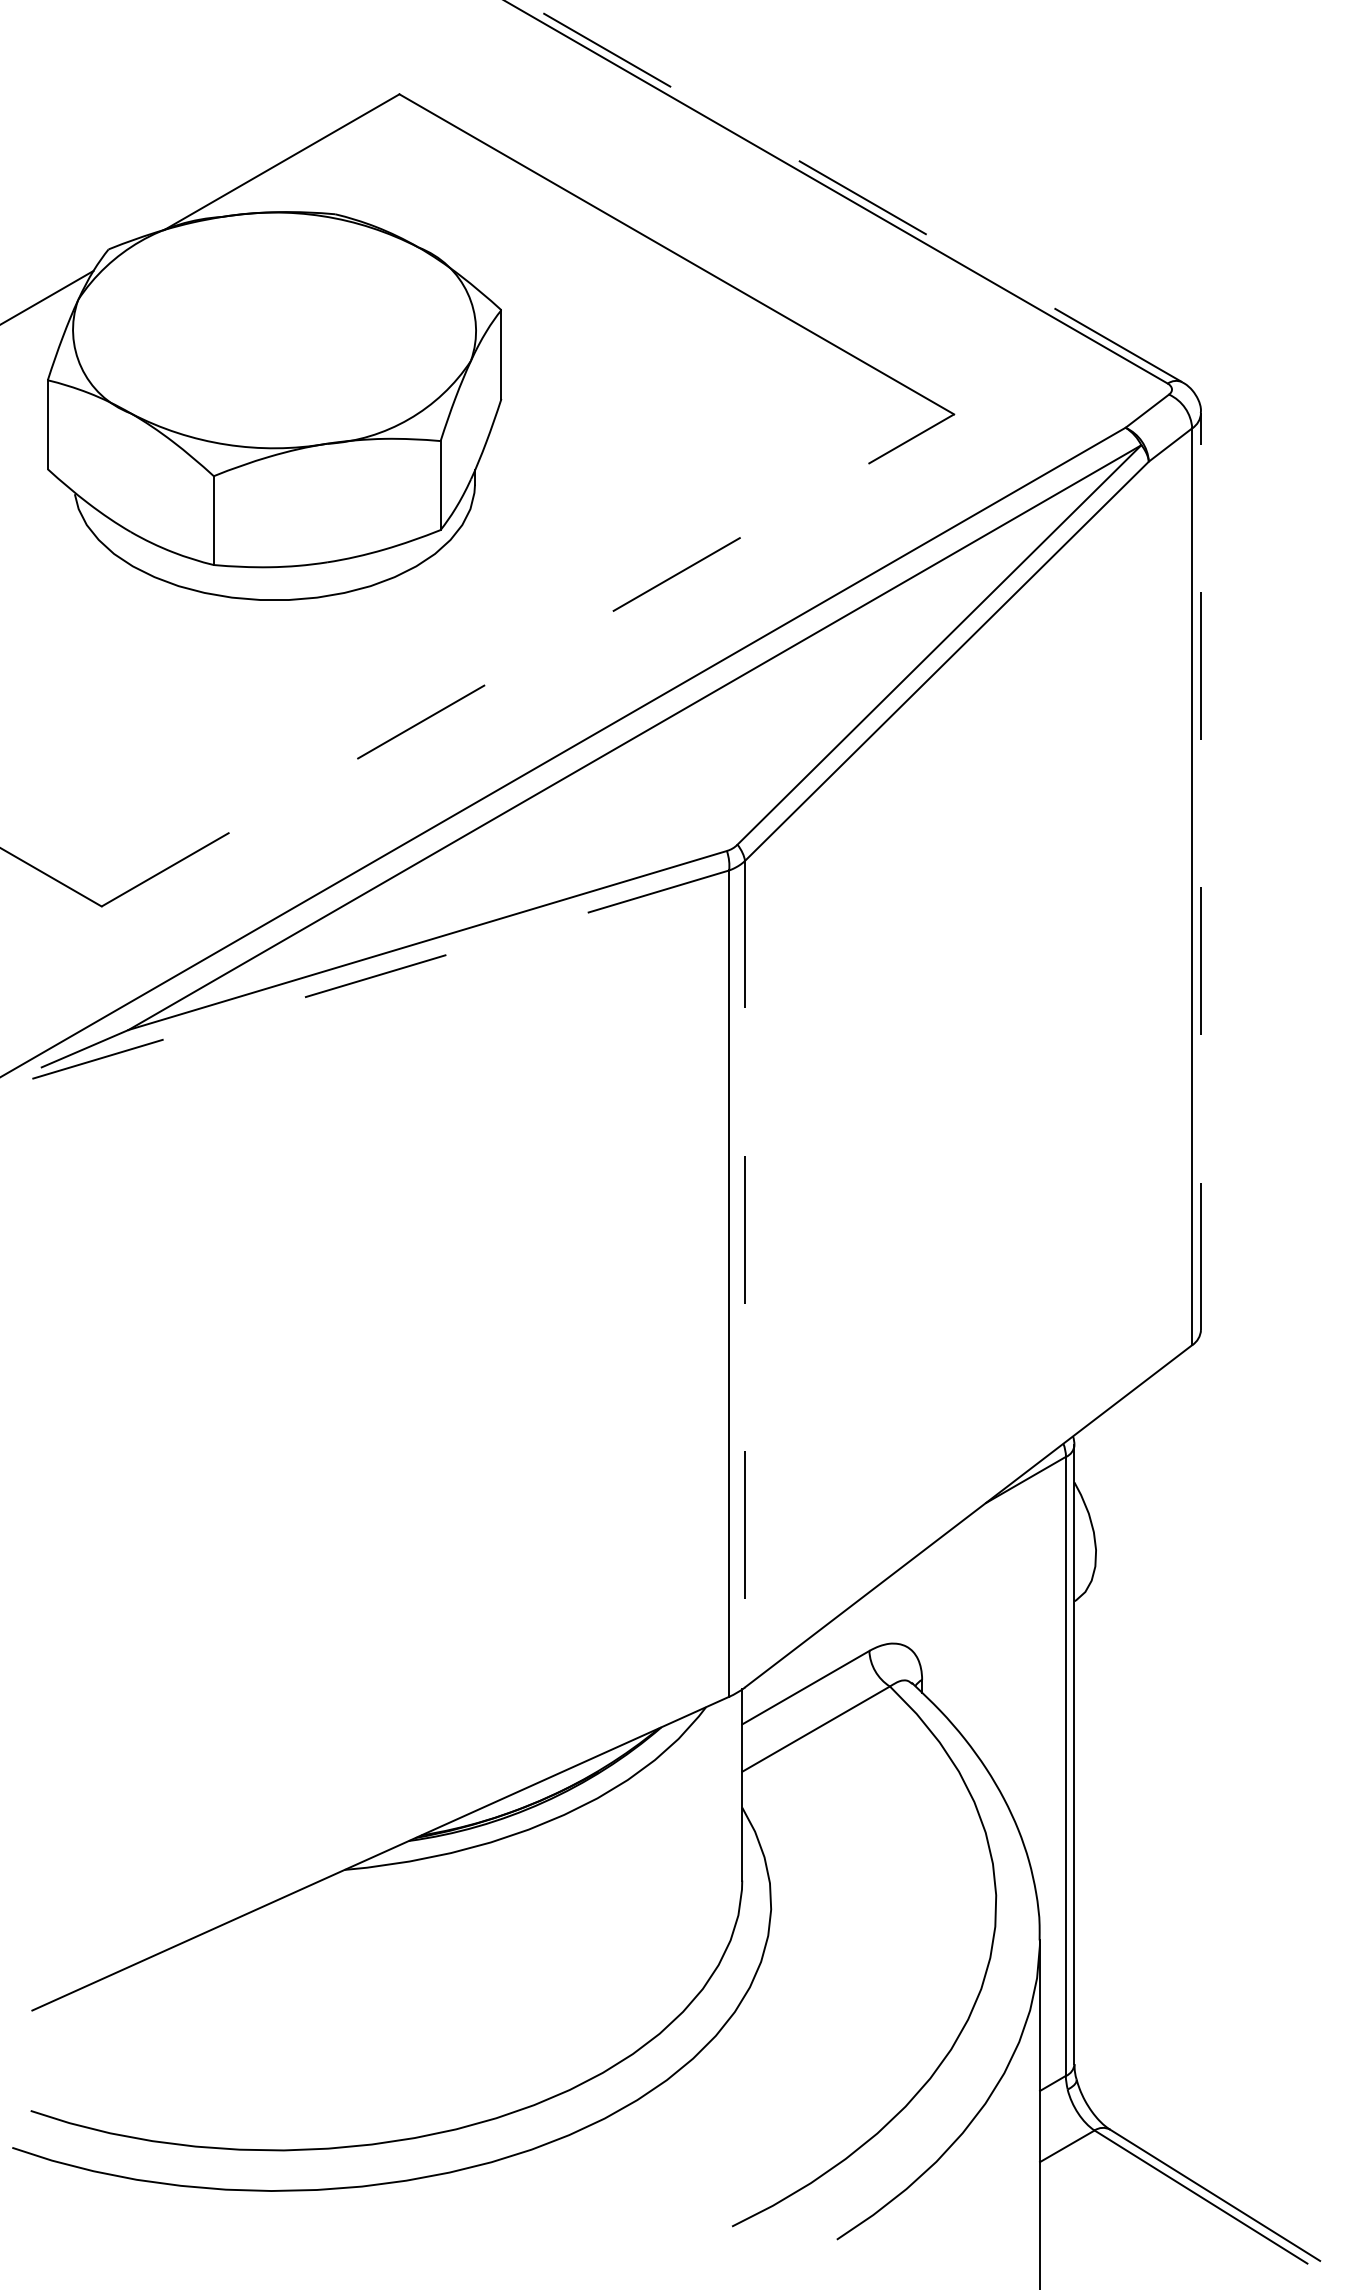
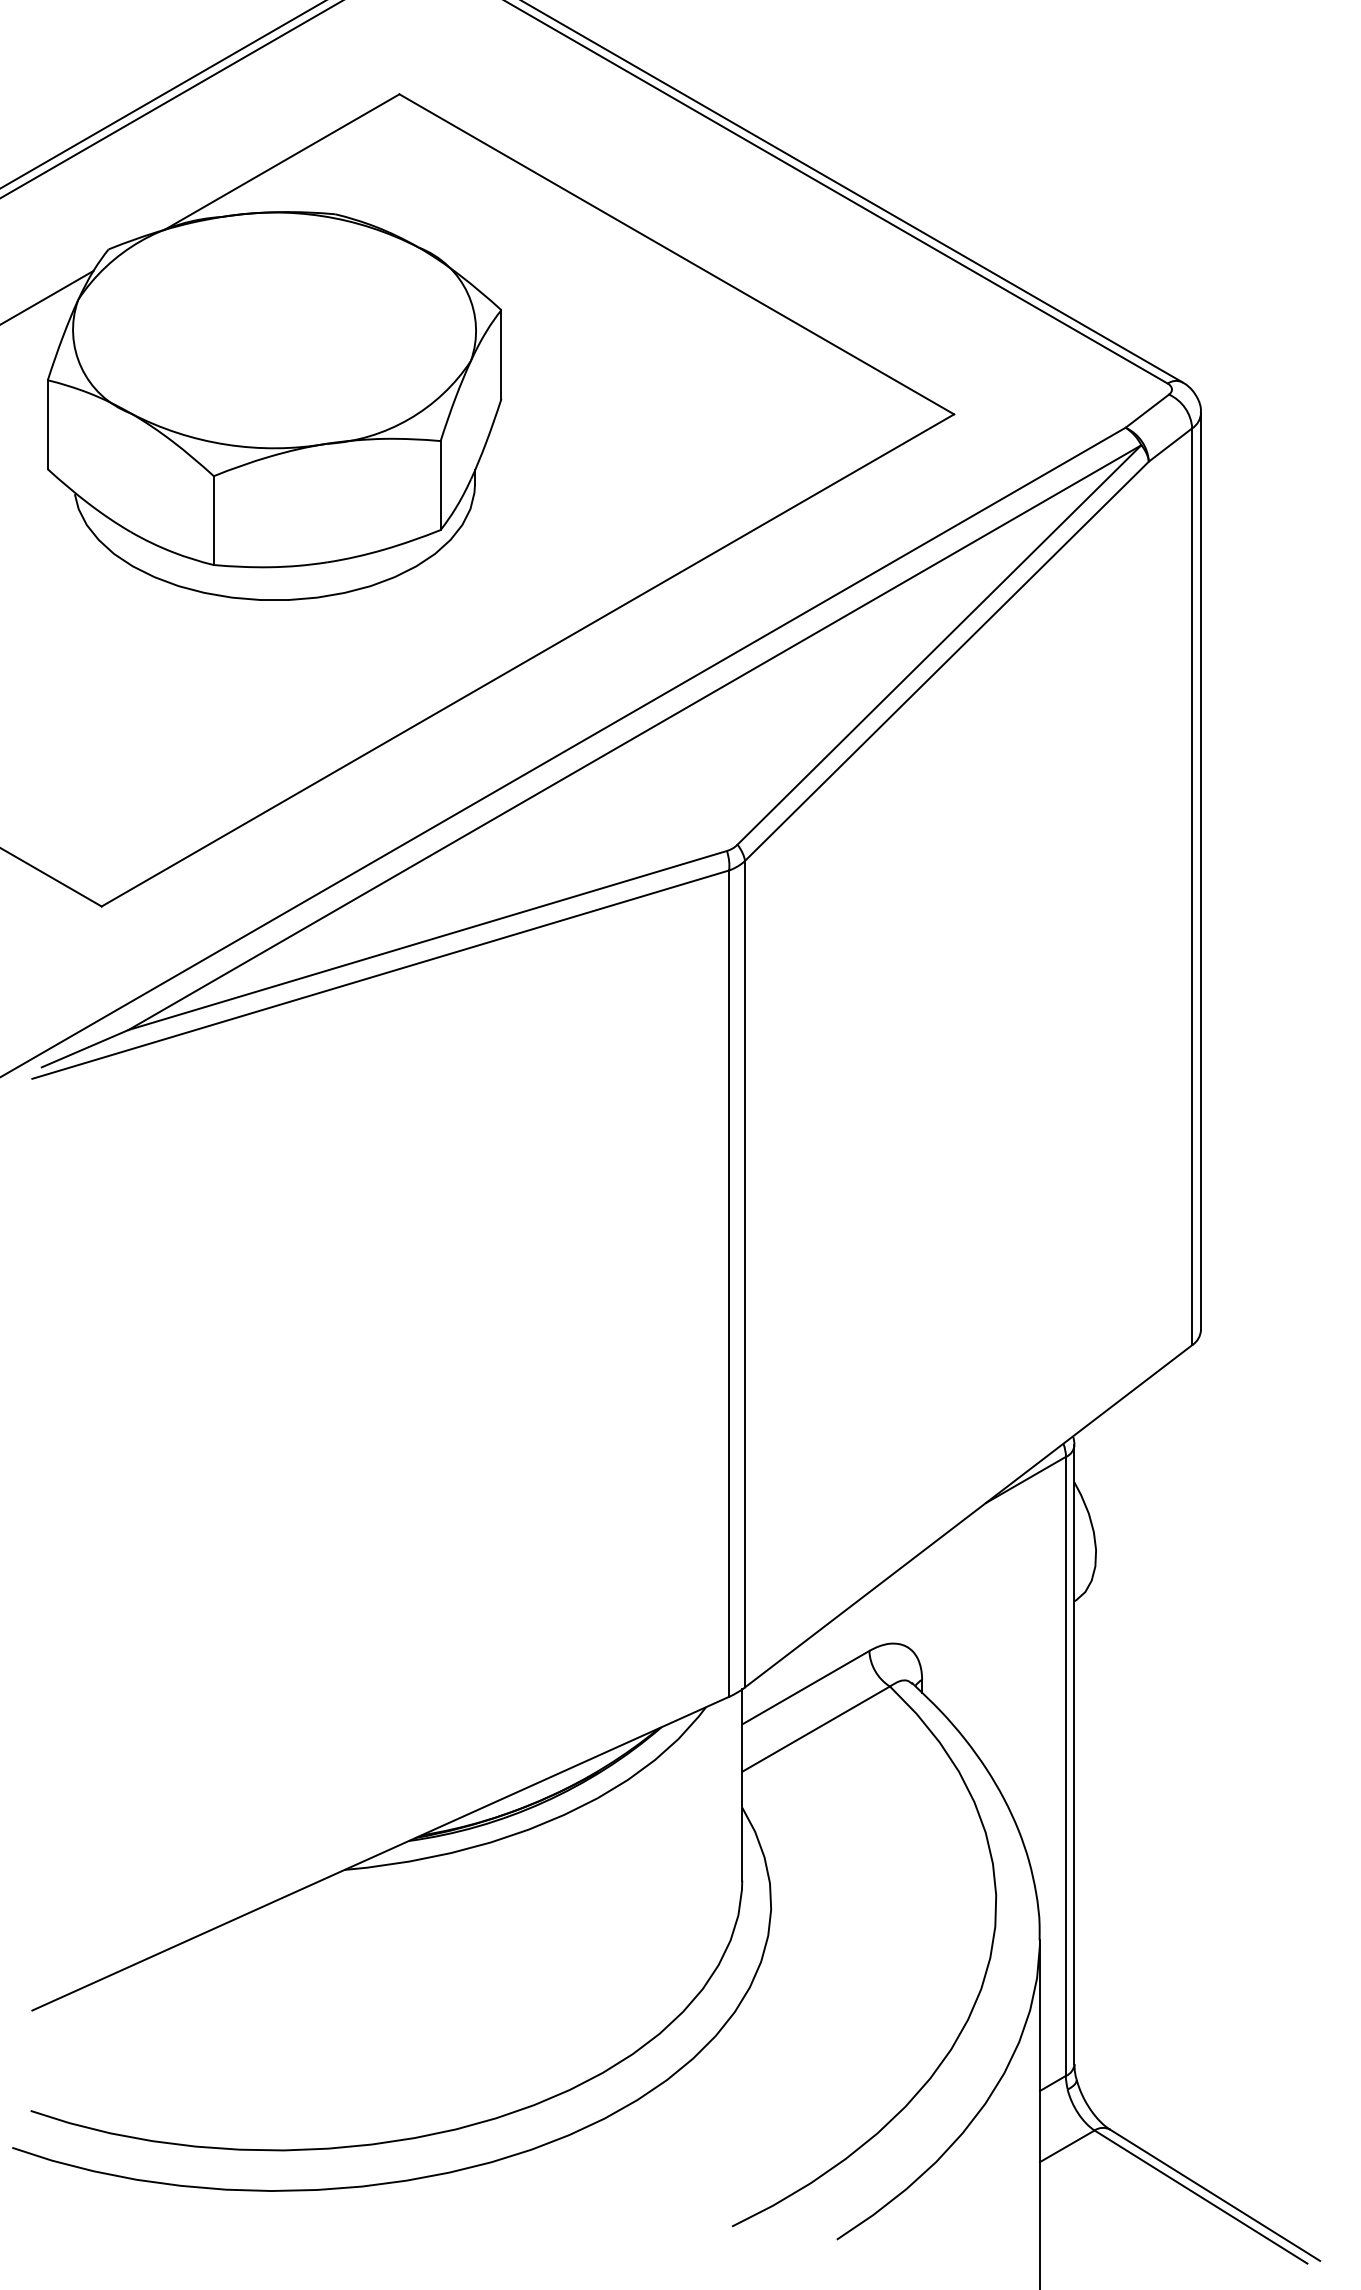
line at (162, 94): none -> present
line at (171, 99): none -> present
line at (850, 190): dashed -> solid
line at (528, 660): dashed -> solid
line at (1201, 871): dashed -> solid
line at (380, 974): dashed -> solid
line at (745, 1274): dashed -> solid
